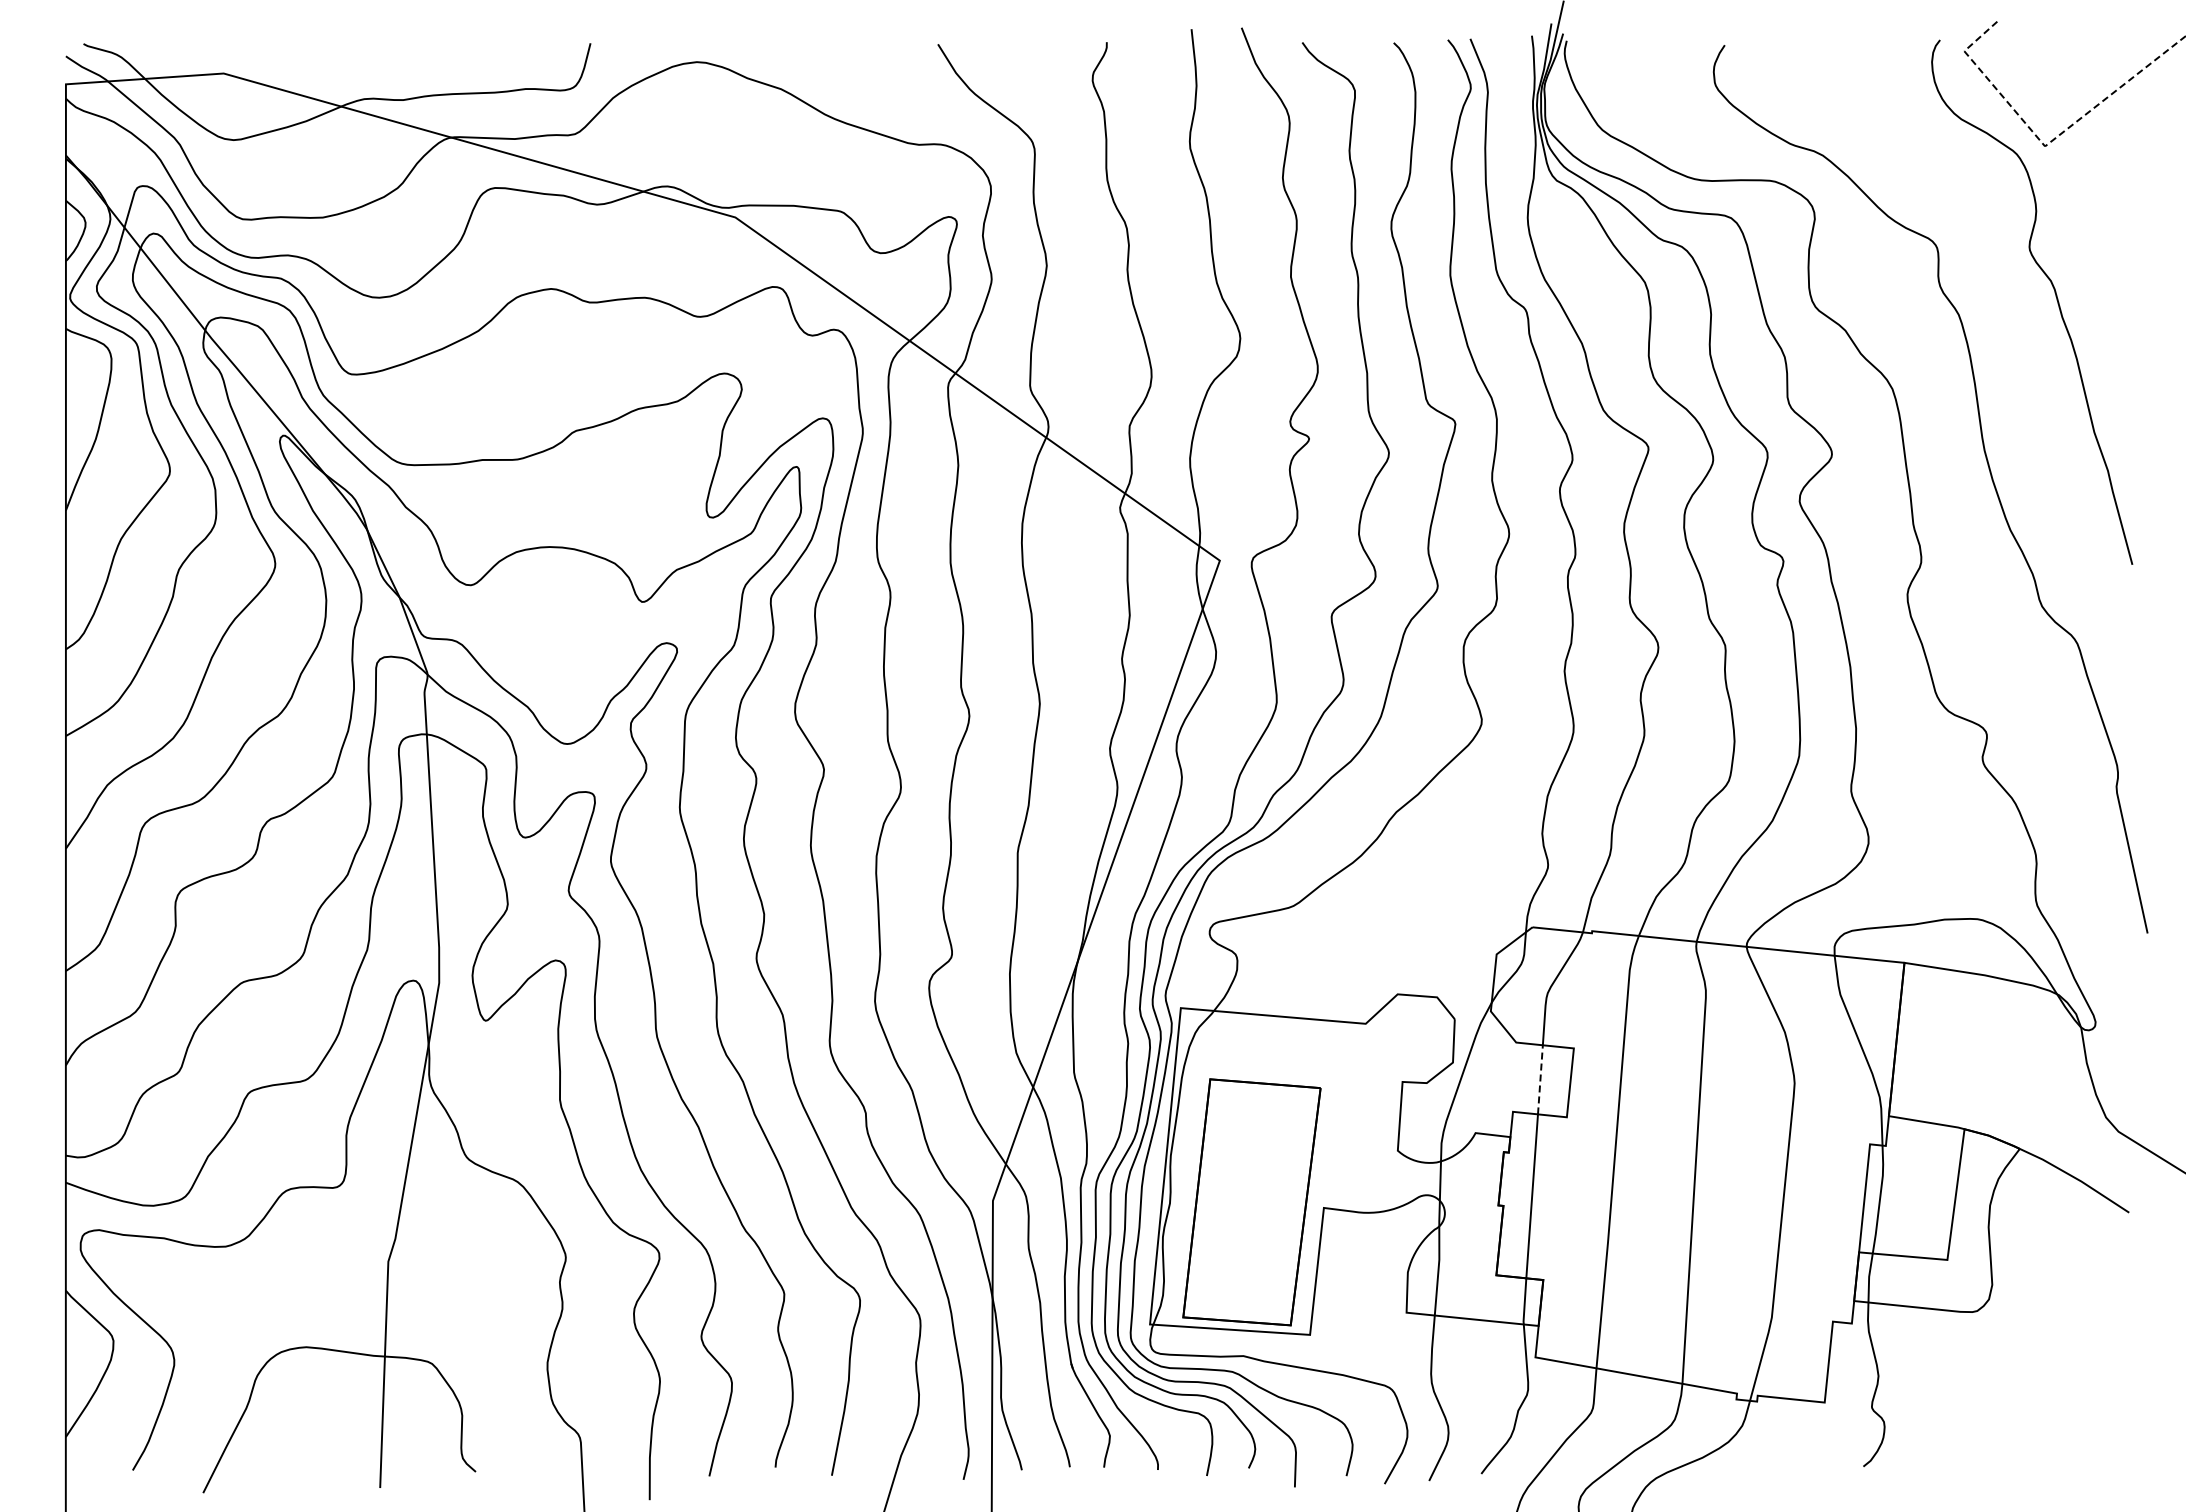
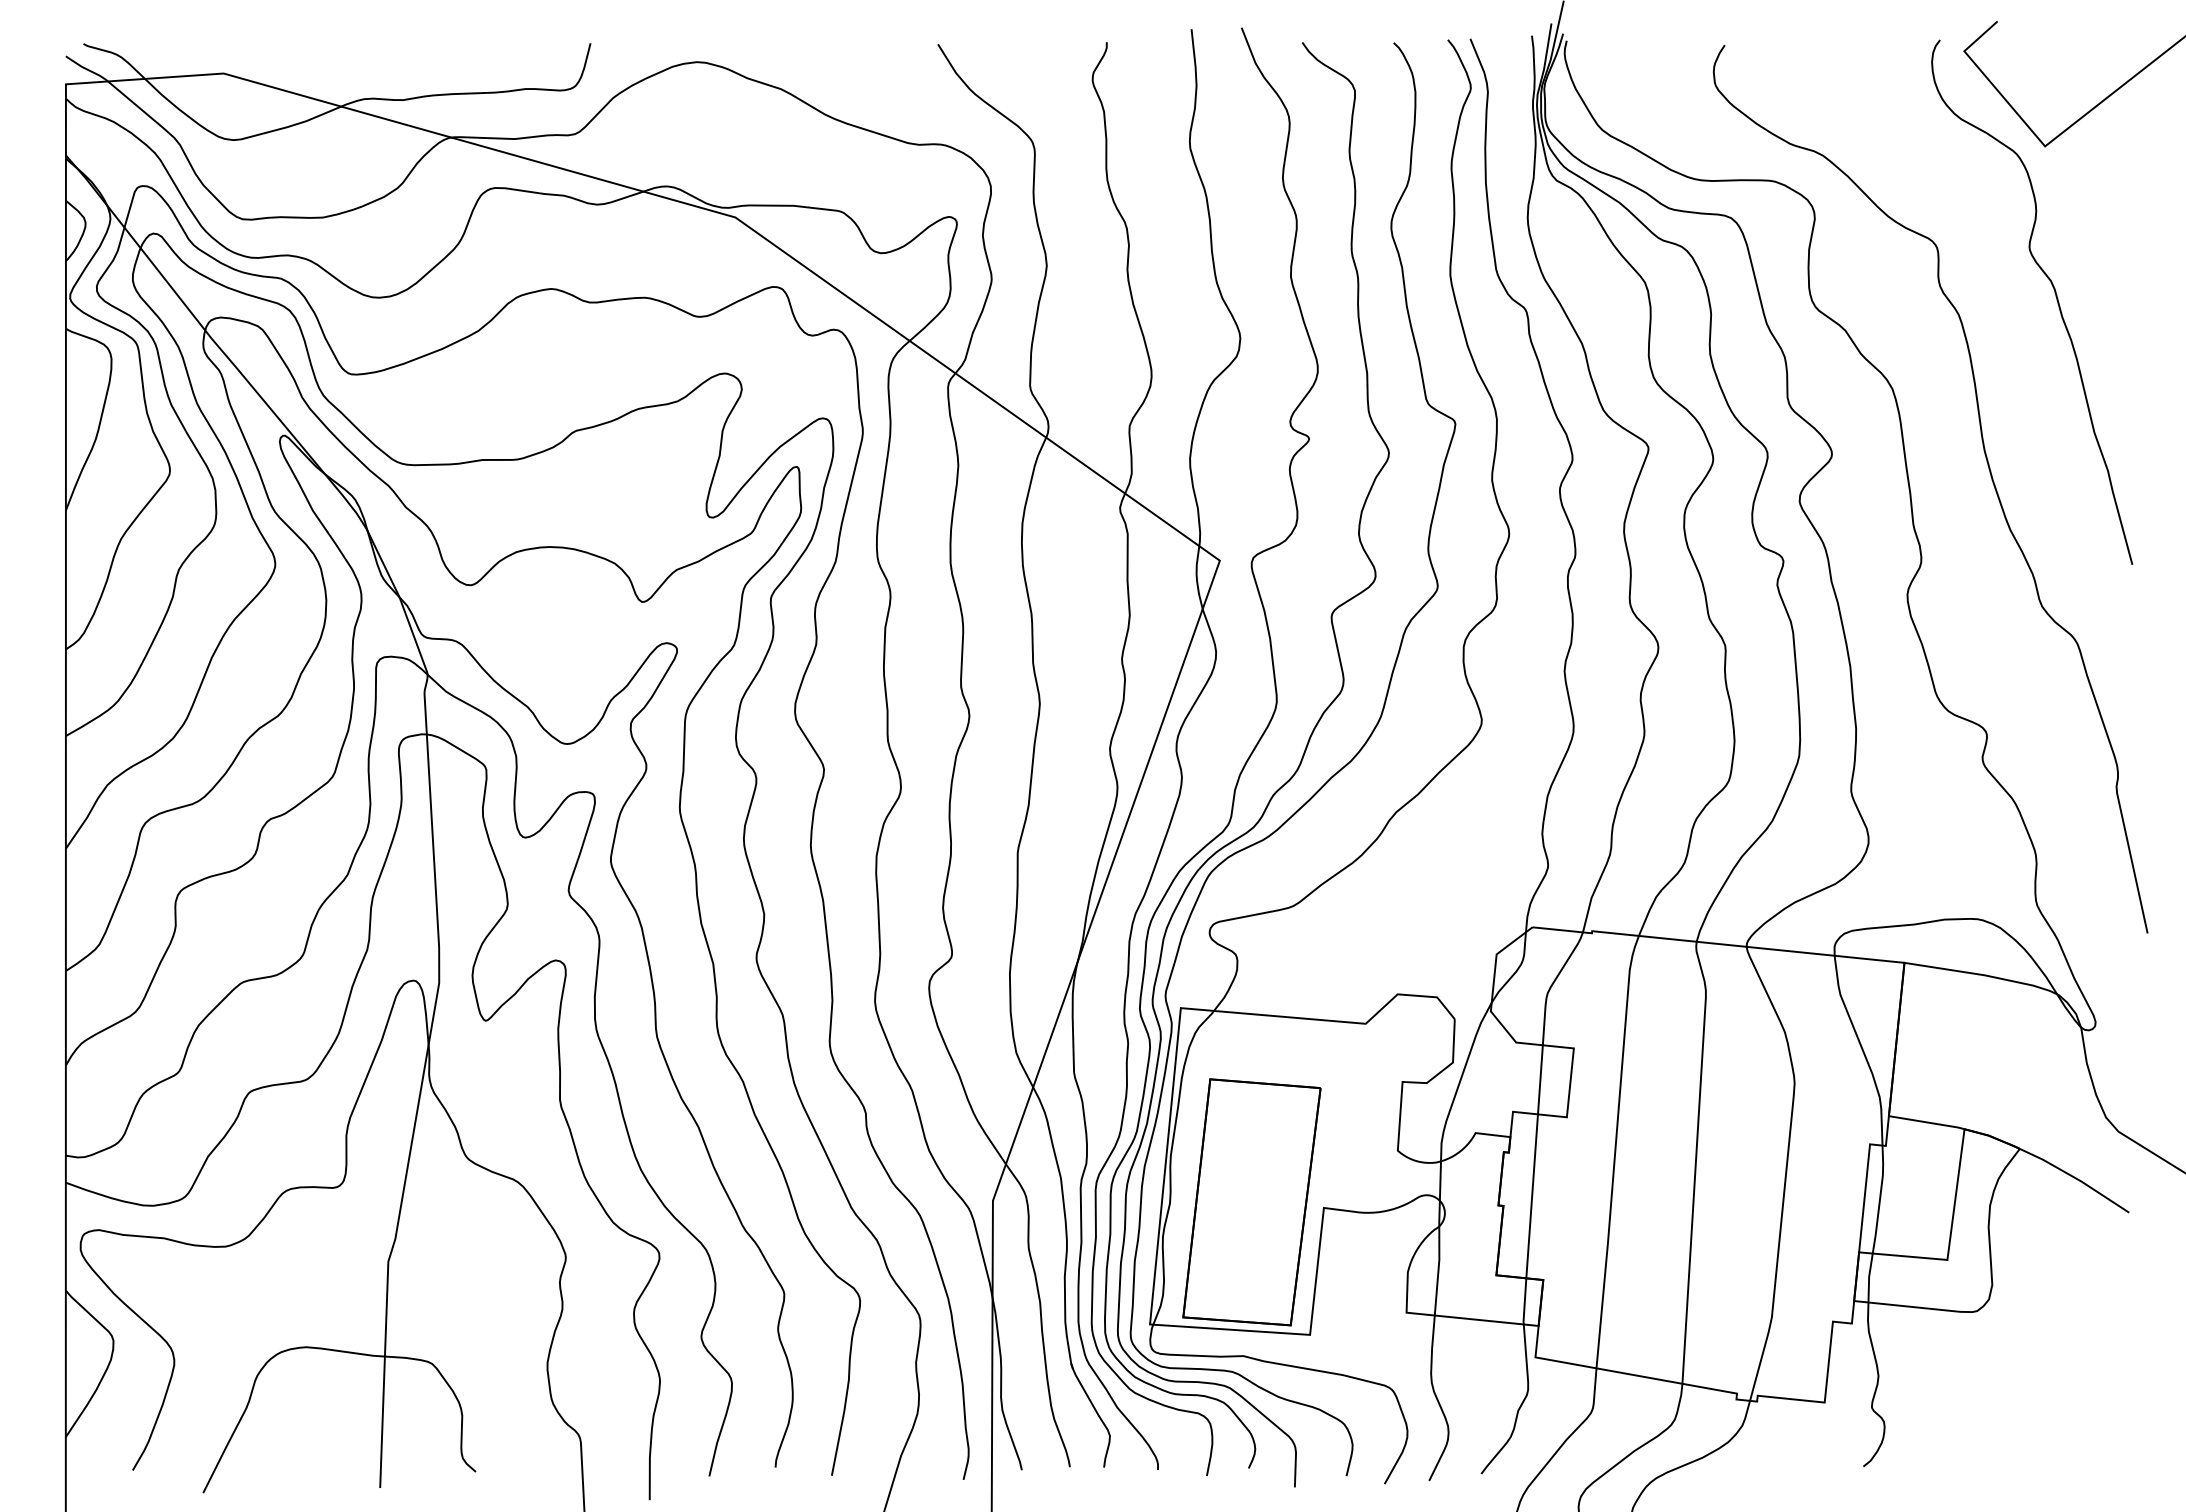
line at (2047, 144): dashed -> solid
line at (1540, 1079): dashed -> solid
